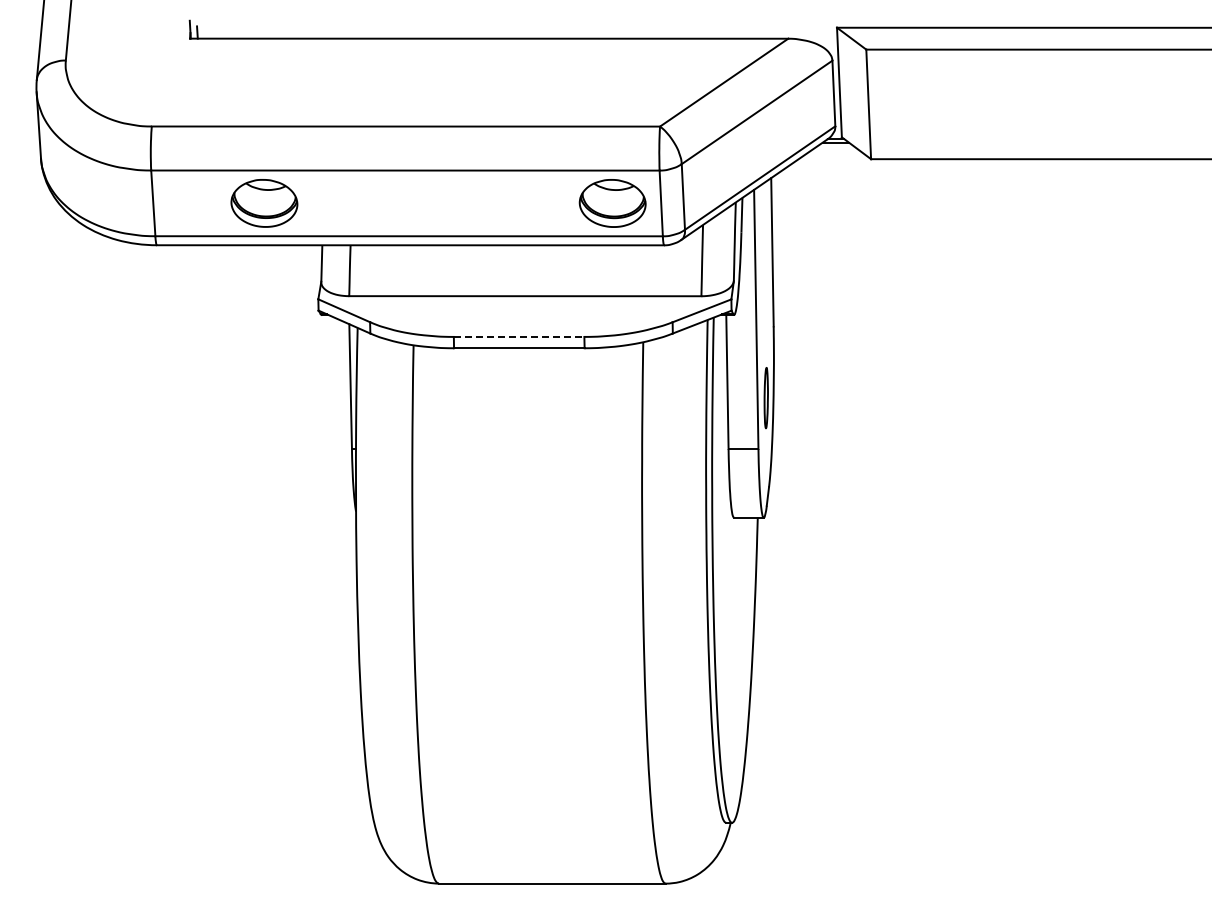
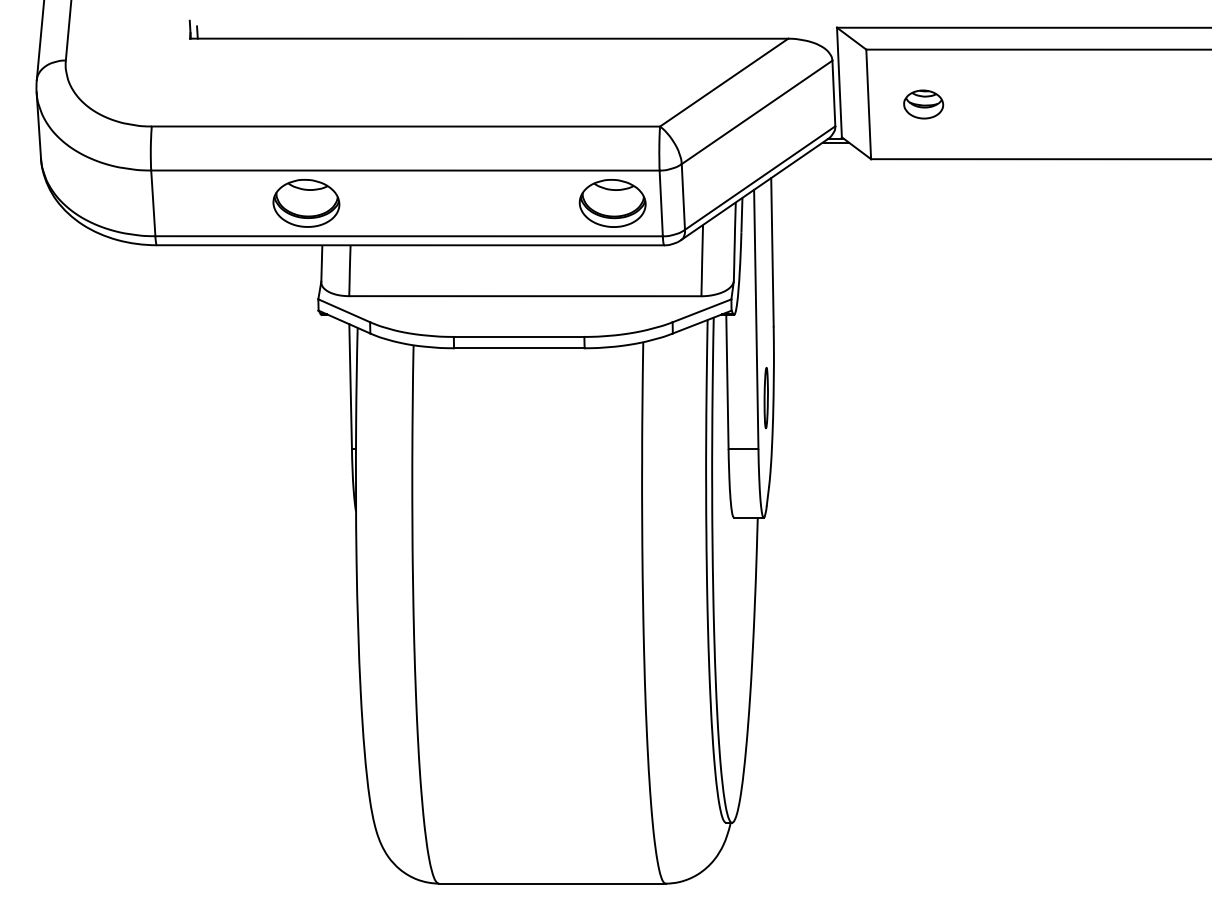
part at (923, 104): none -> present
part at (264, 203) position: (264, 203) -> (306, 203)
line at (519, 336): dashed -> solid
